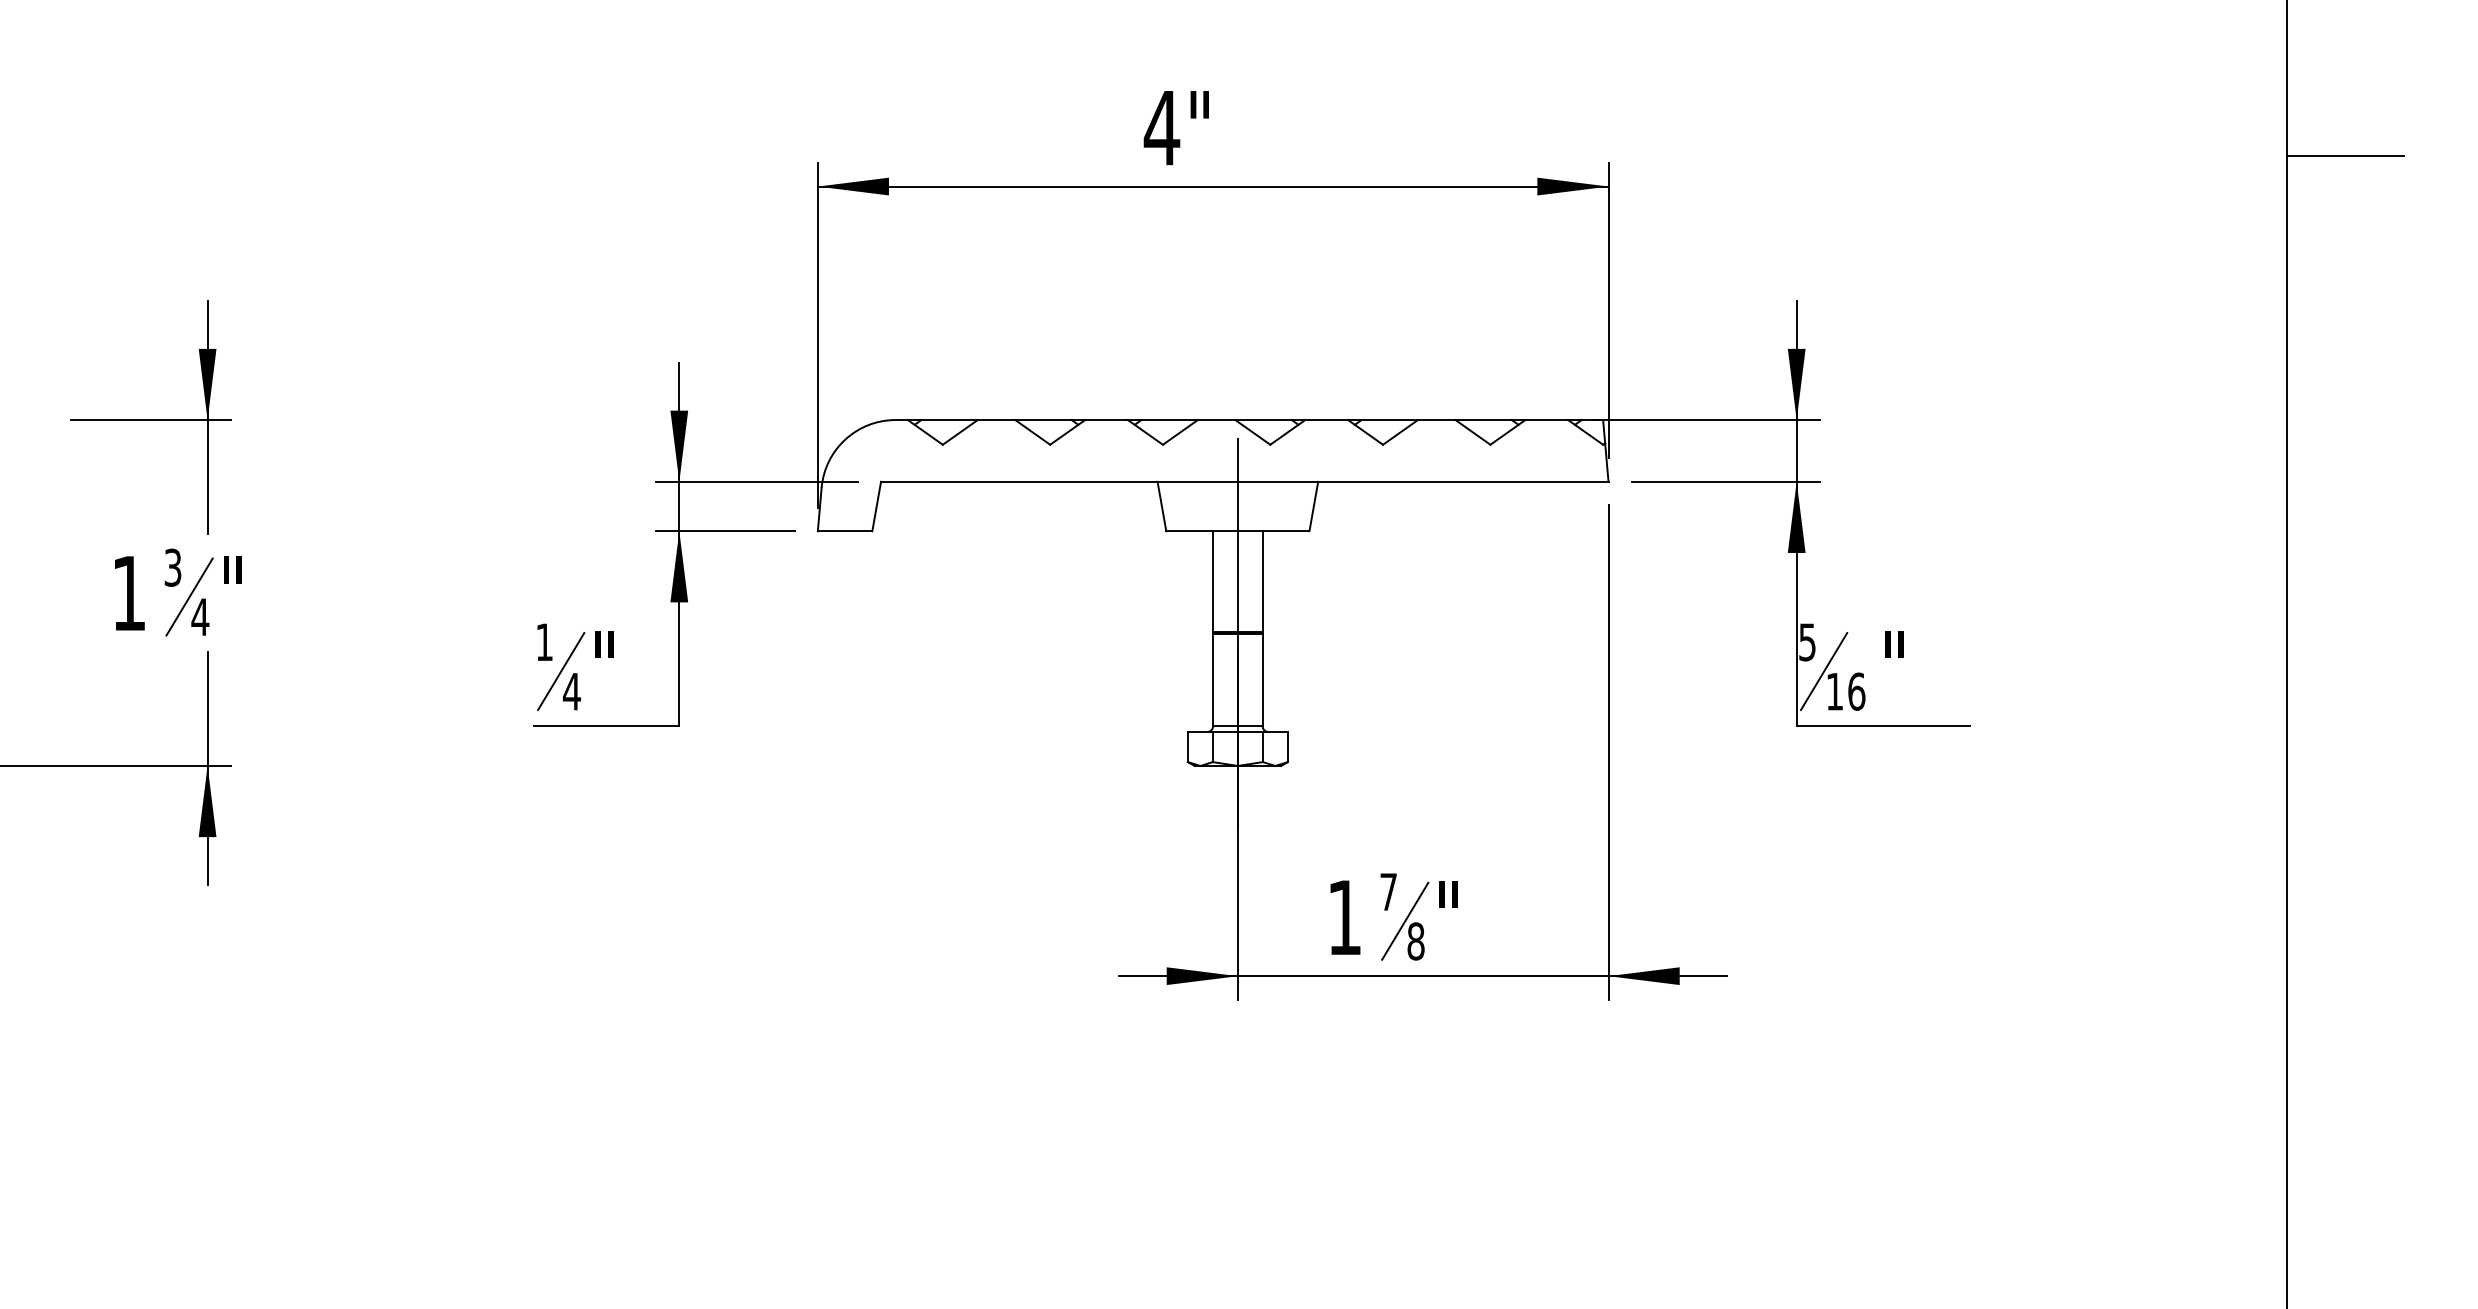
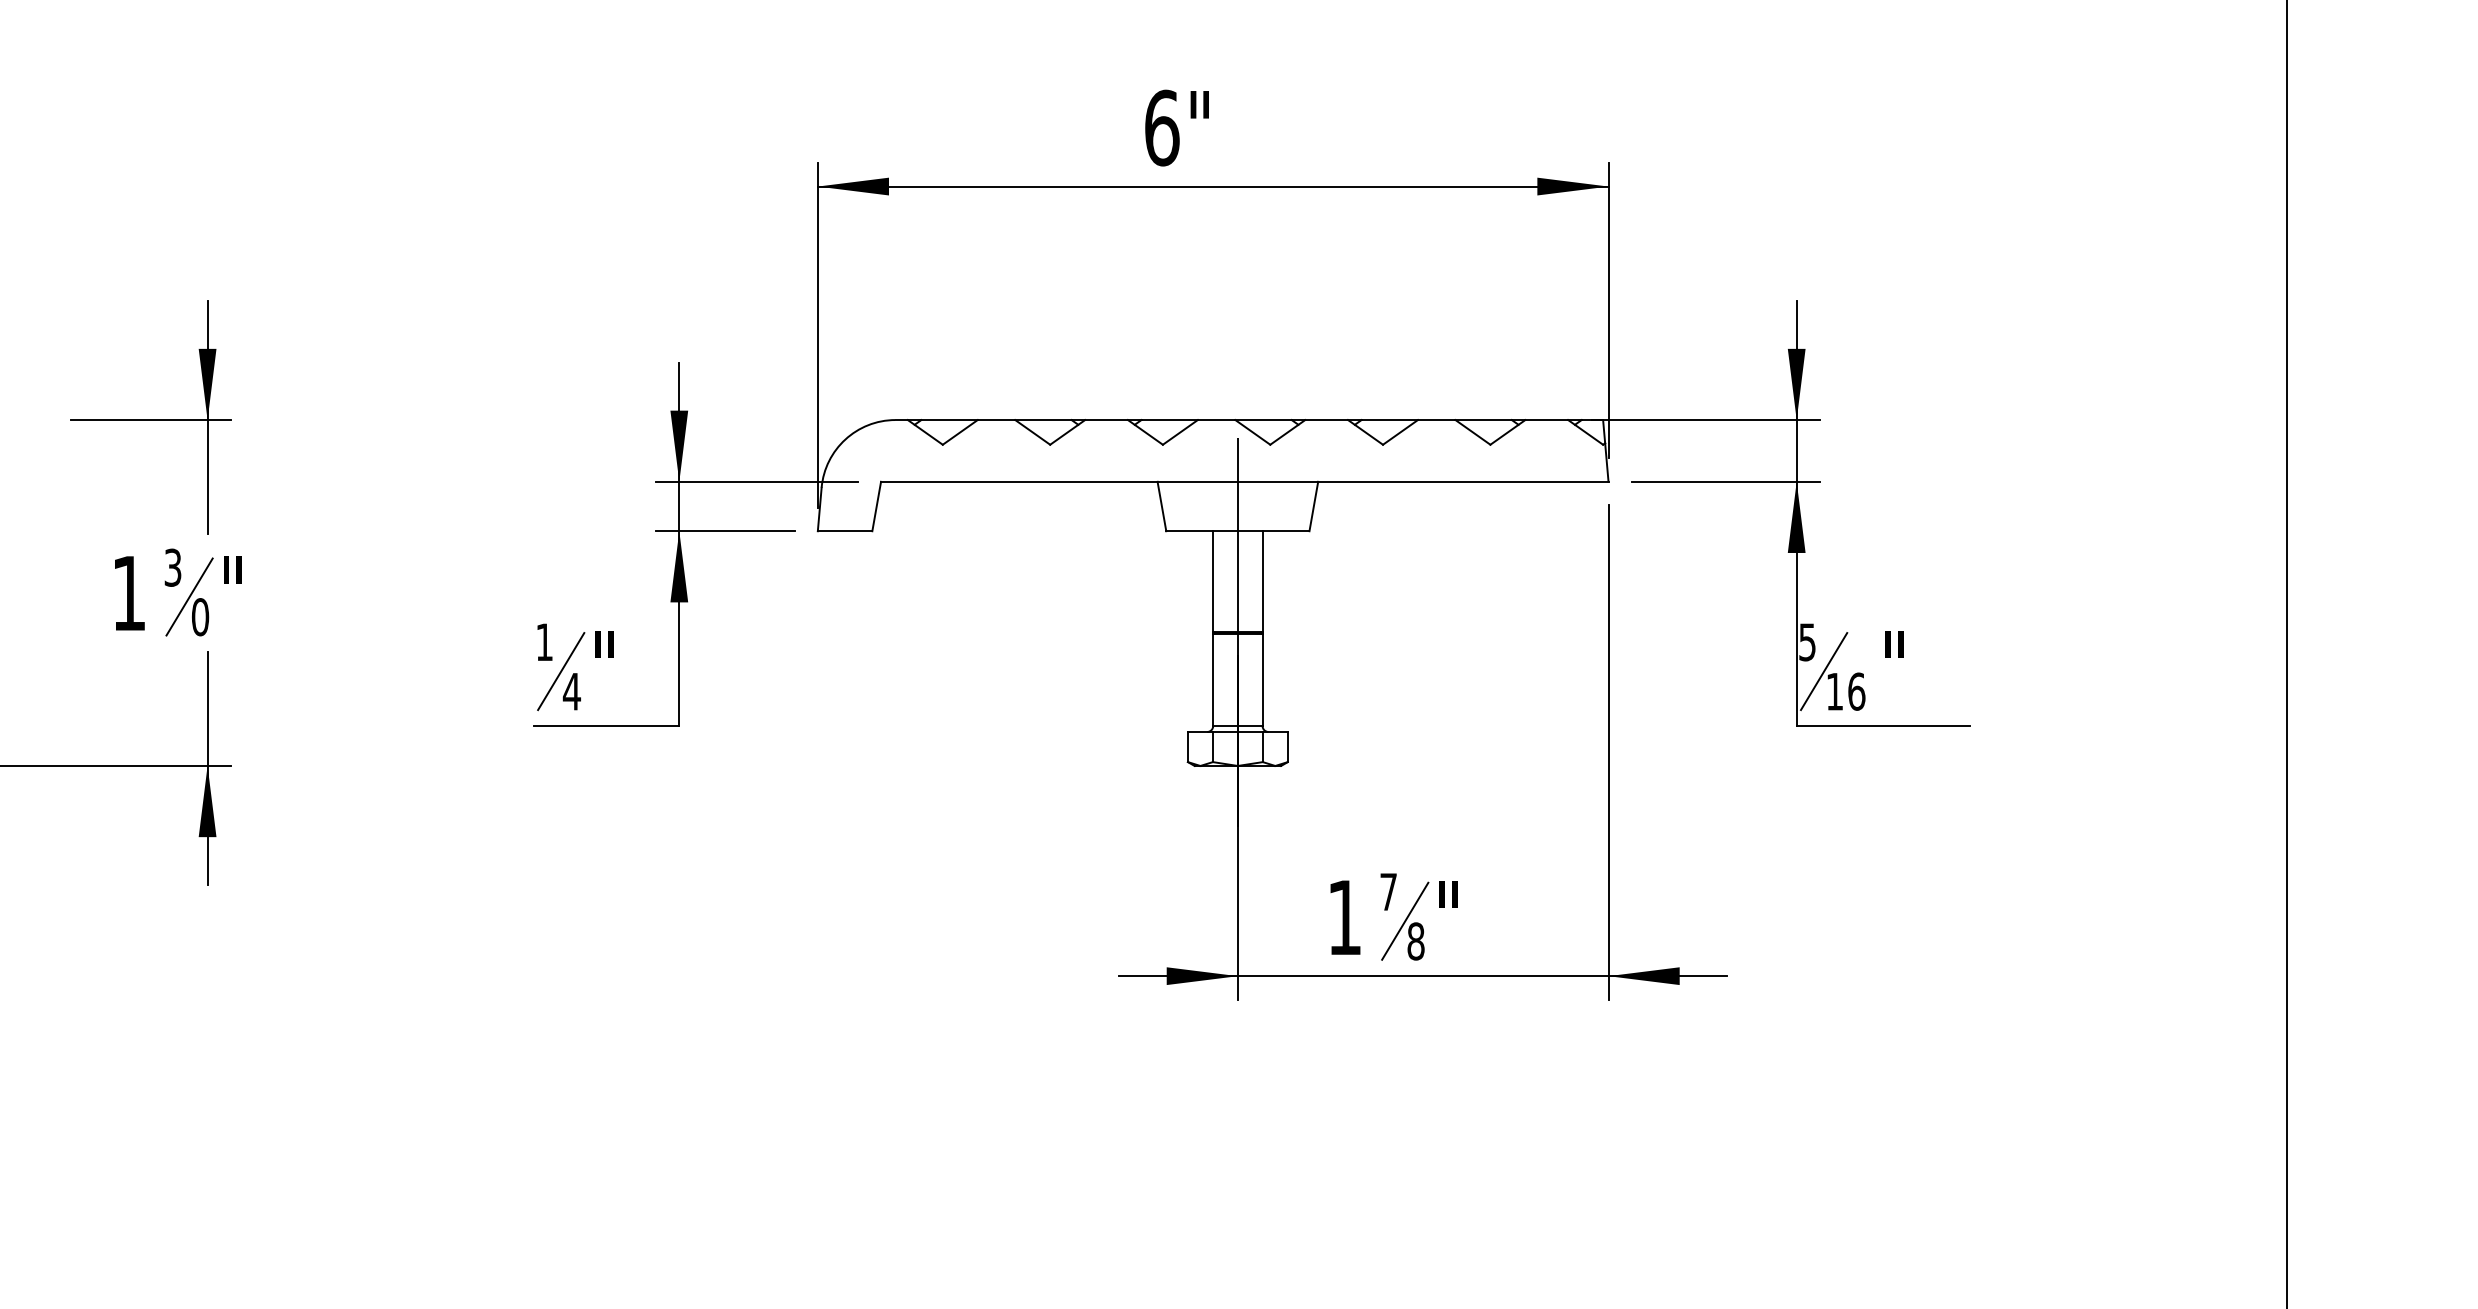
text at (1161, 127): 4" -> 6"
line at (2344, 155): present -> none
text at (200, 617): 4 -> 0
